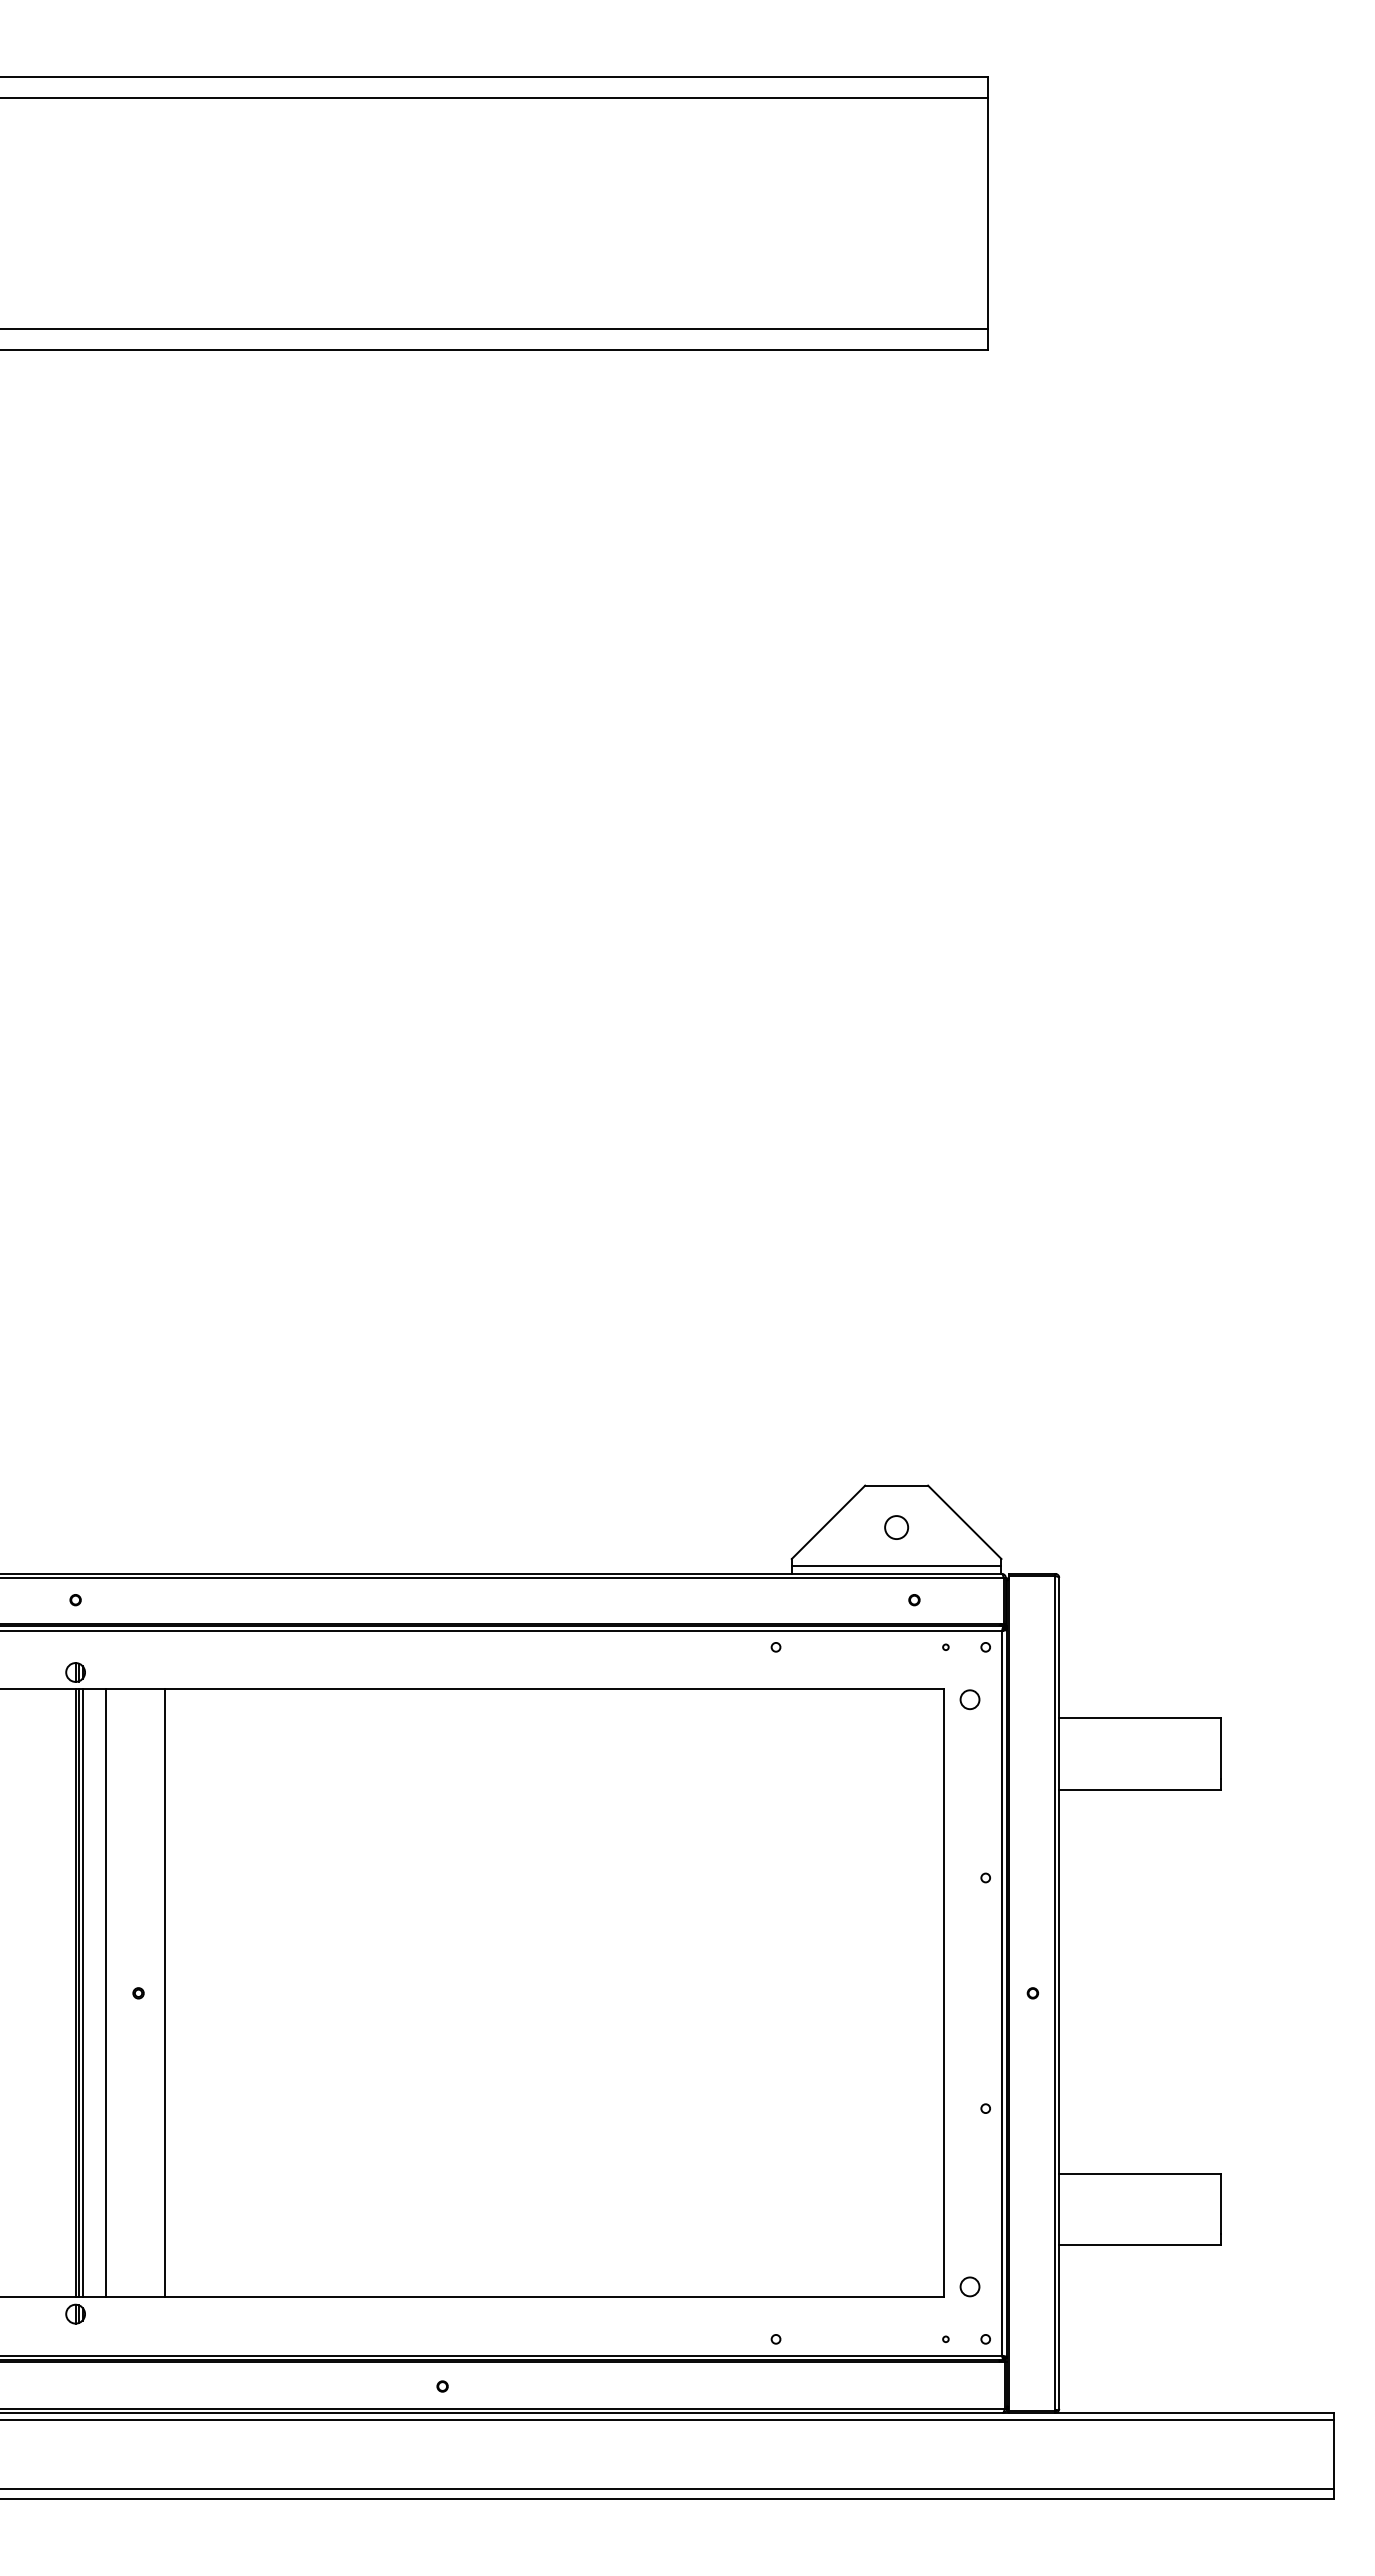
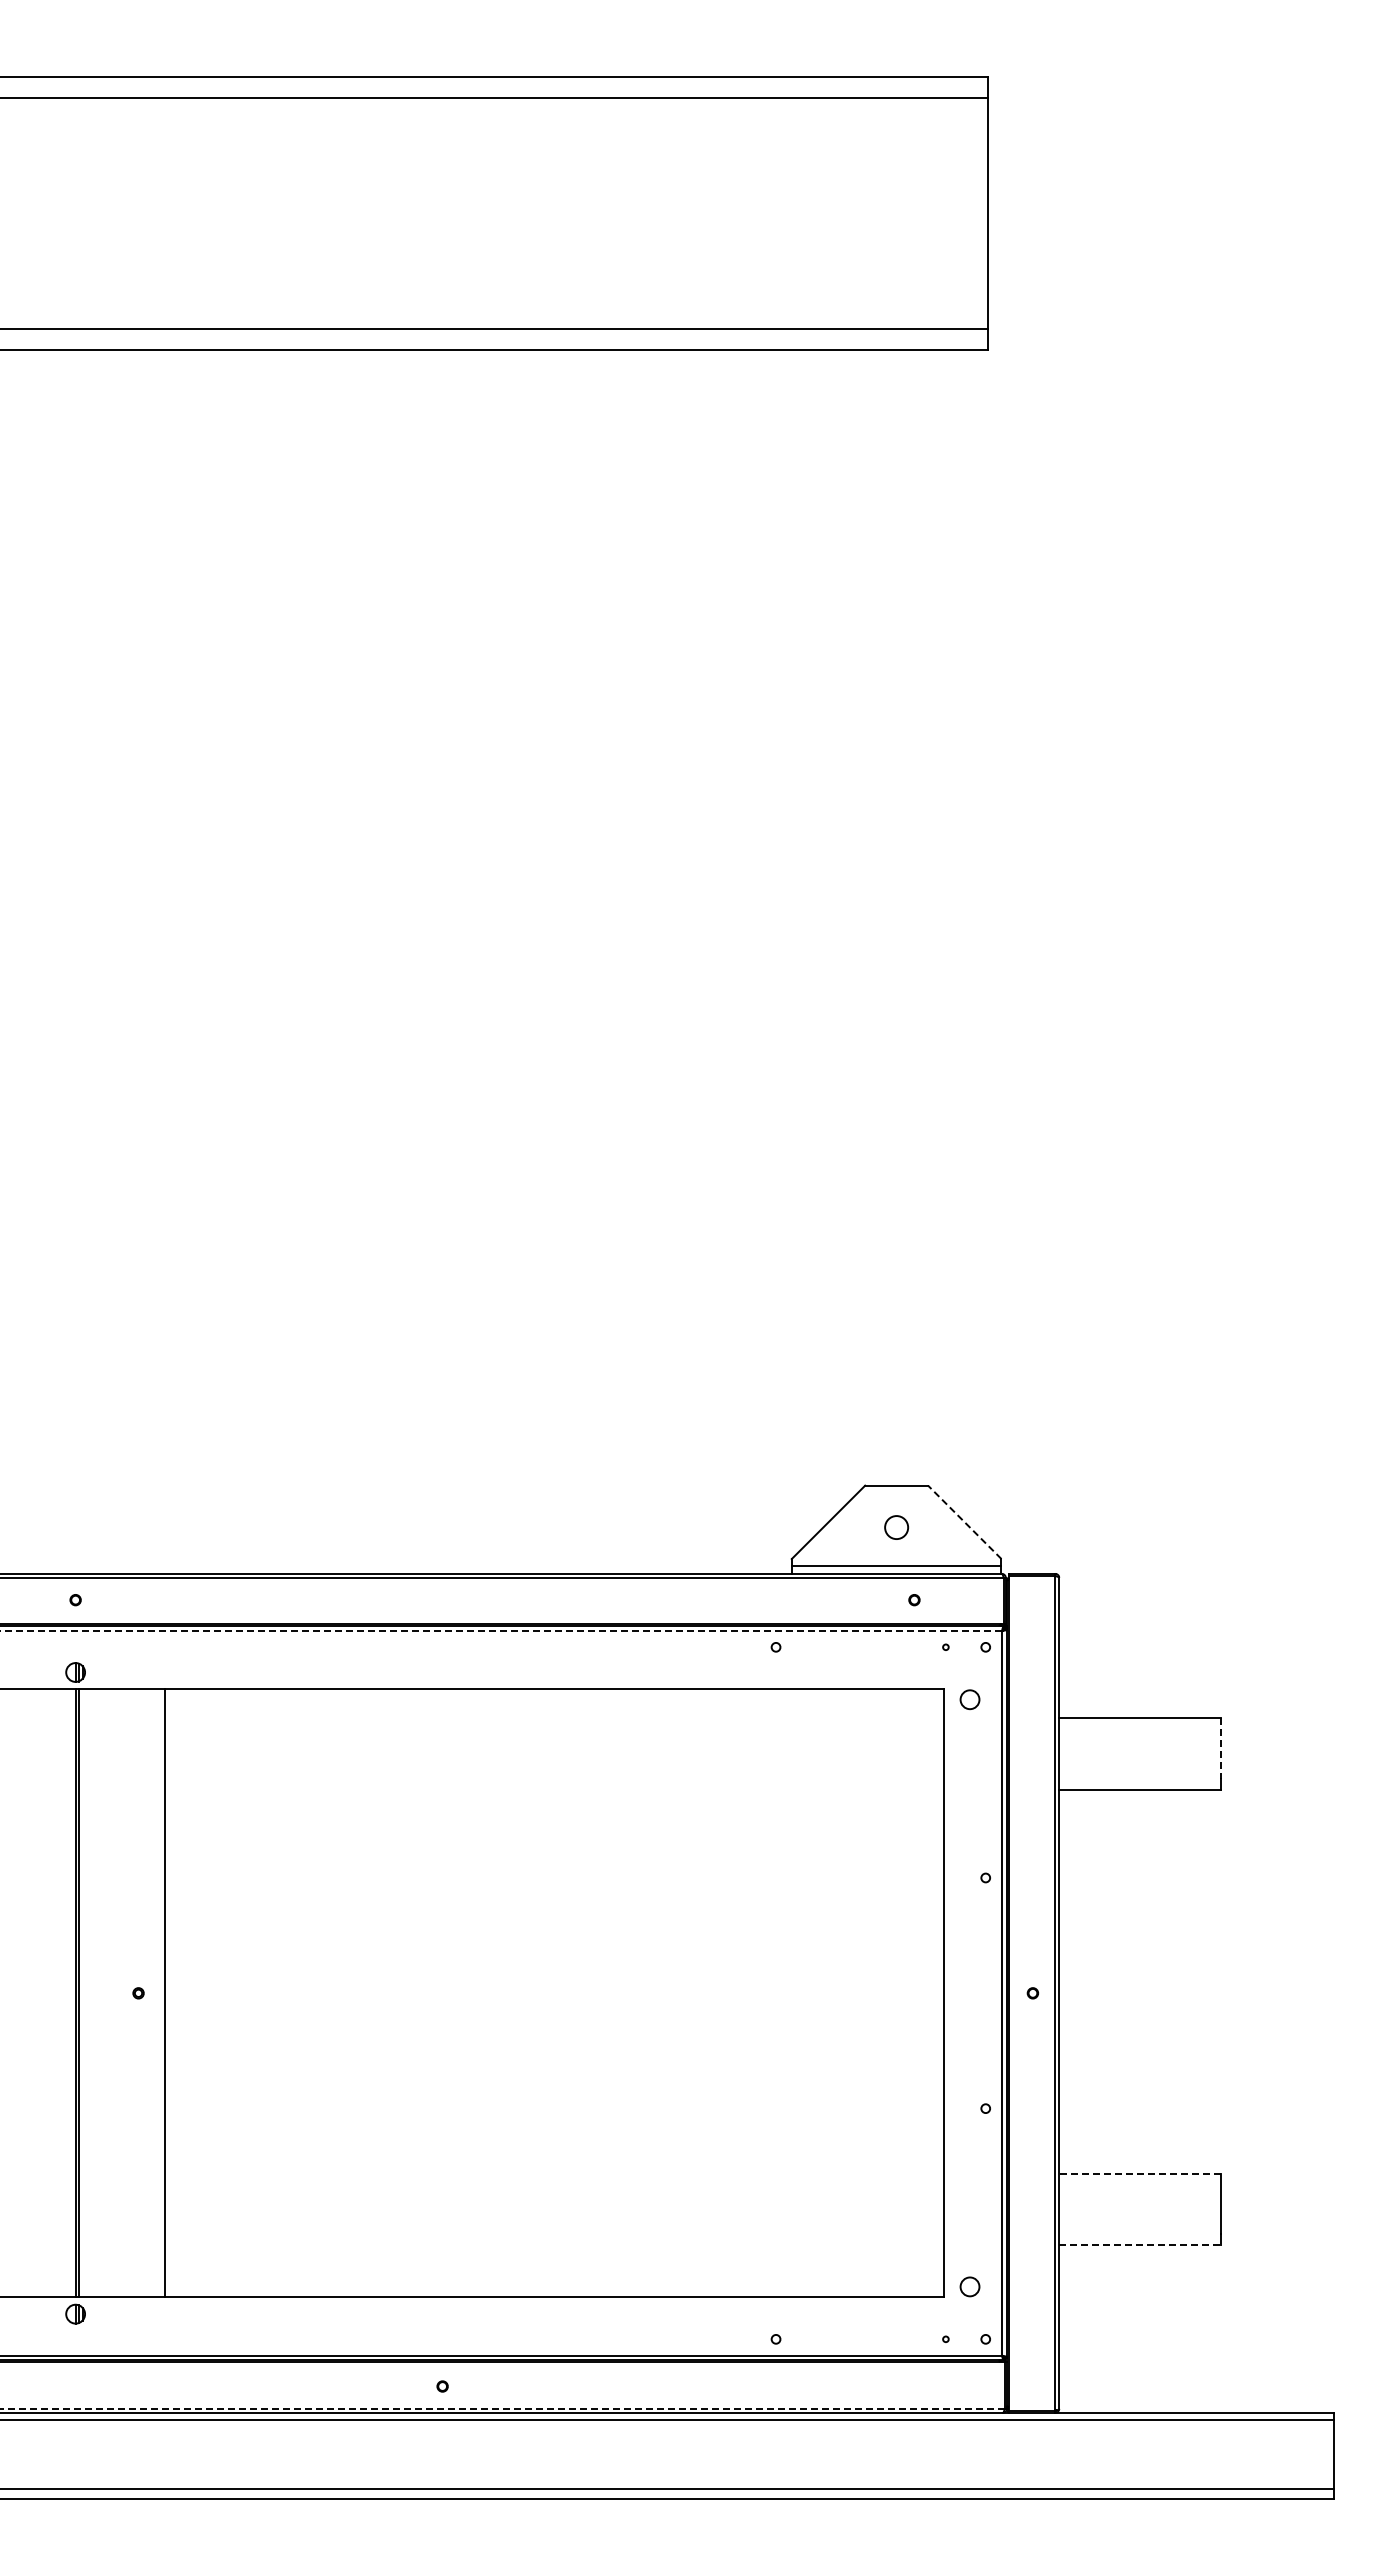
line at (964, 1522): solid -> dashed
line at (501, 1631): solid -> dashed
line at (1220, 1749): solid -> dashed
line at (82, 1993): present -> none
line at (106, 1993): present -> none
line at (1139, 2173): solid -> dashed
line at (1139, 2244): solid -> dashed
line at (502, 2408): solid -> dashed
